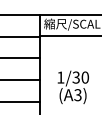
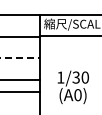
line at (20, 58): solid -> dashed
text at (77, 95): (A3) -> (A0)
line at (20, 101) position: (20, 101) -> (20, 91)
